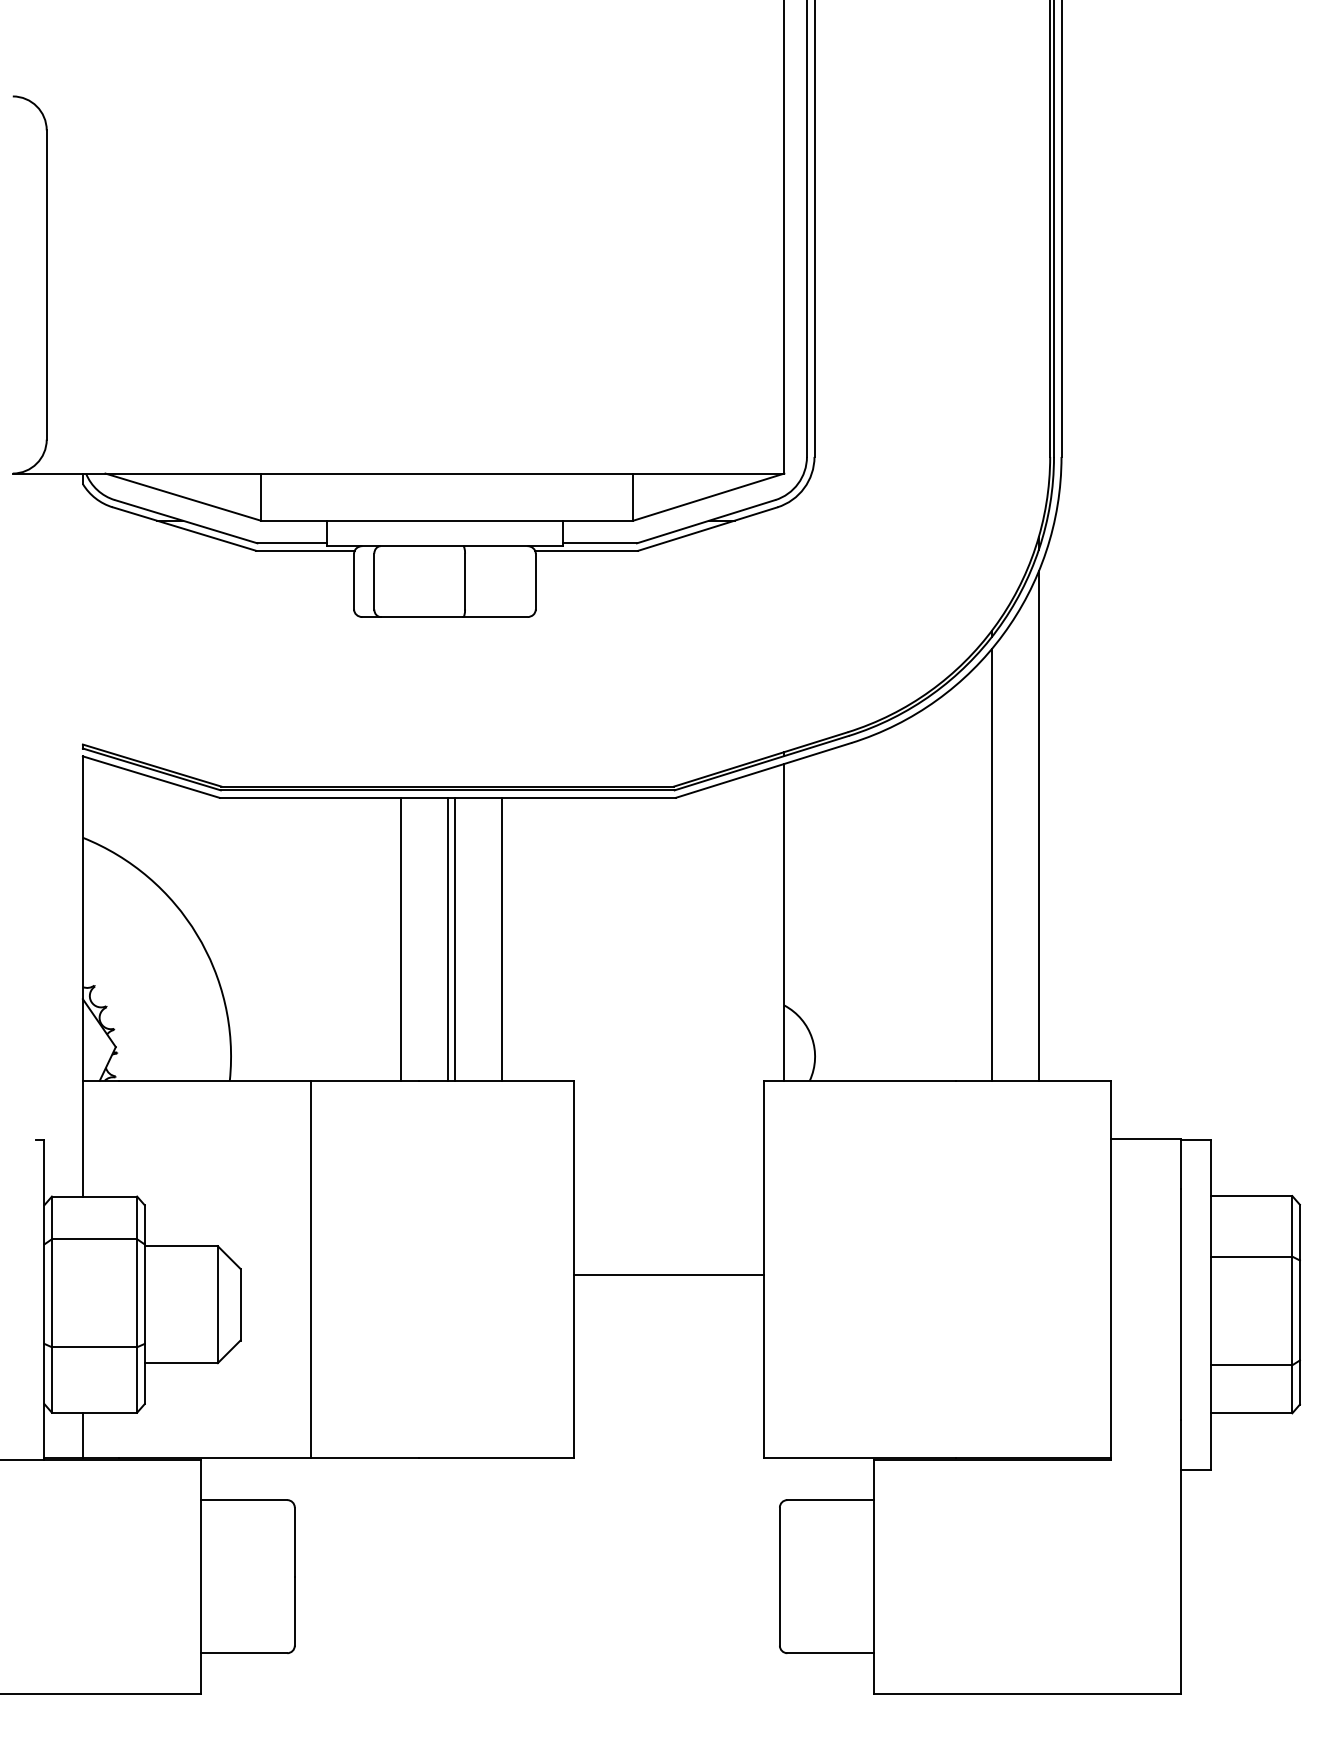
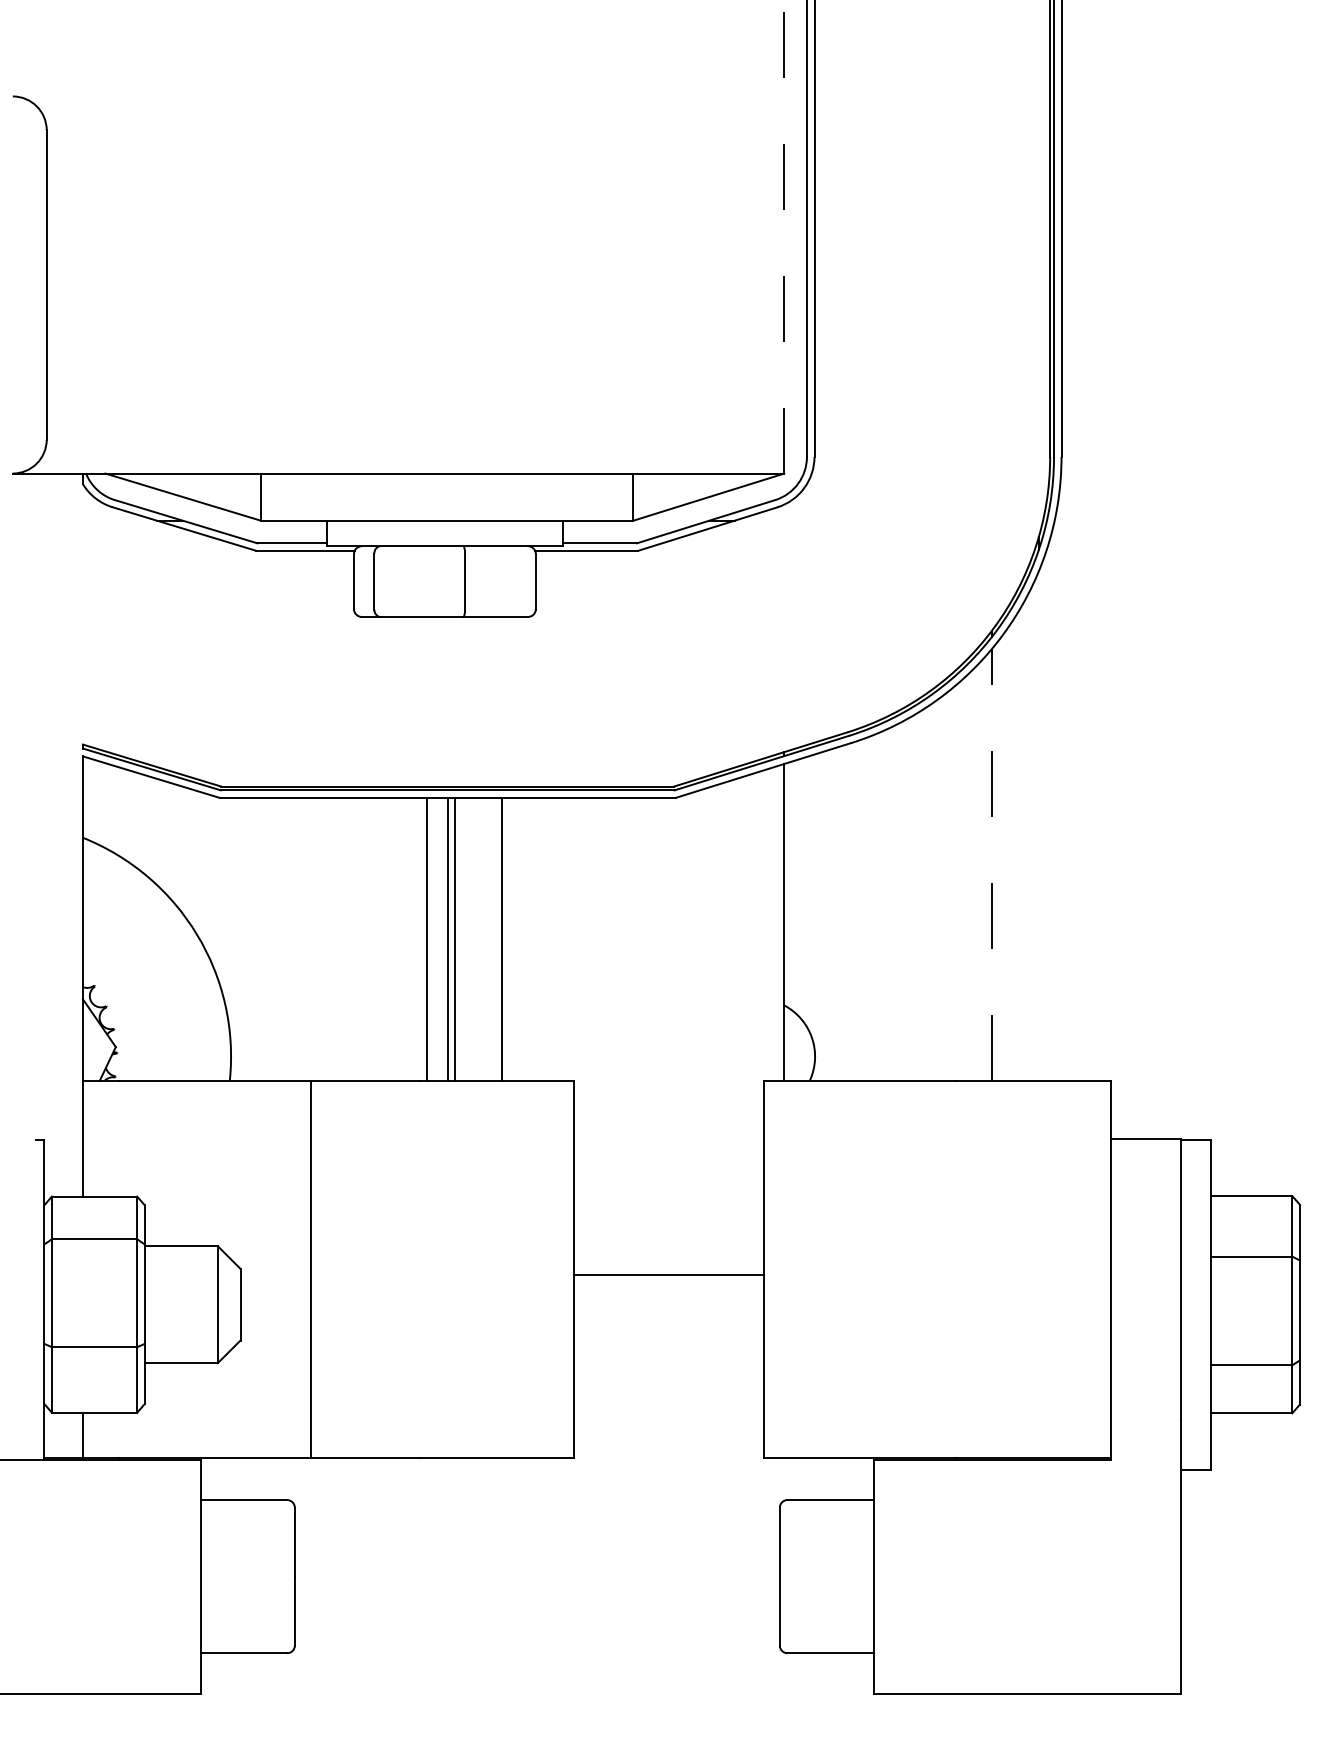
line at (784, 236): solid -> dashed
line at (1038, 825): present -> none
line at (991, 864): solid -> dashed
line at (400, 938) position: (400, 938) -> (426, 938)
